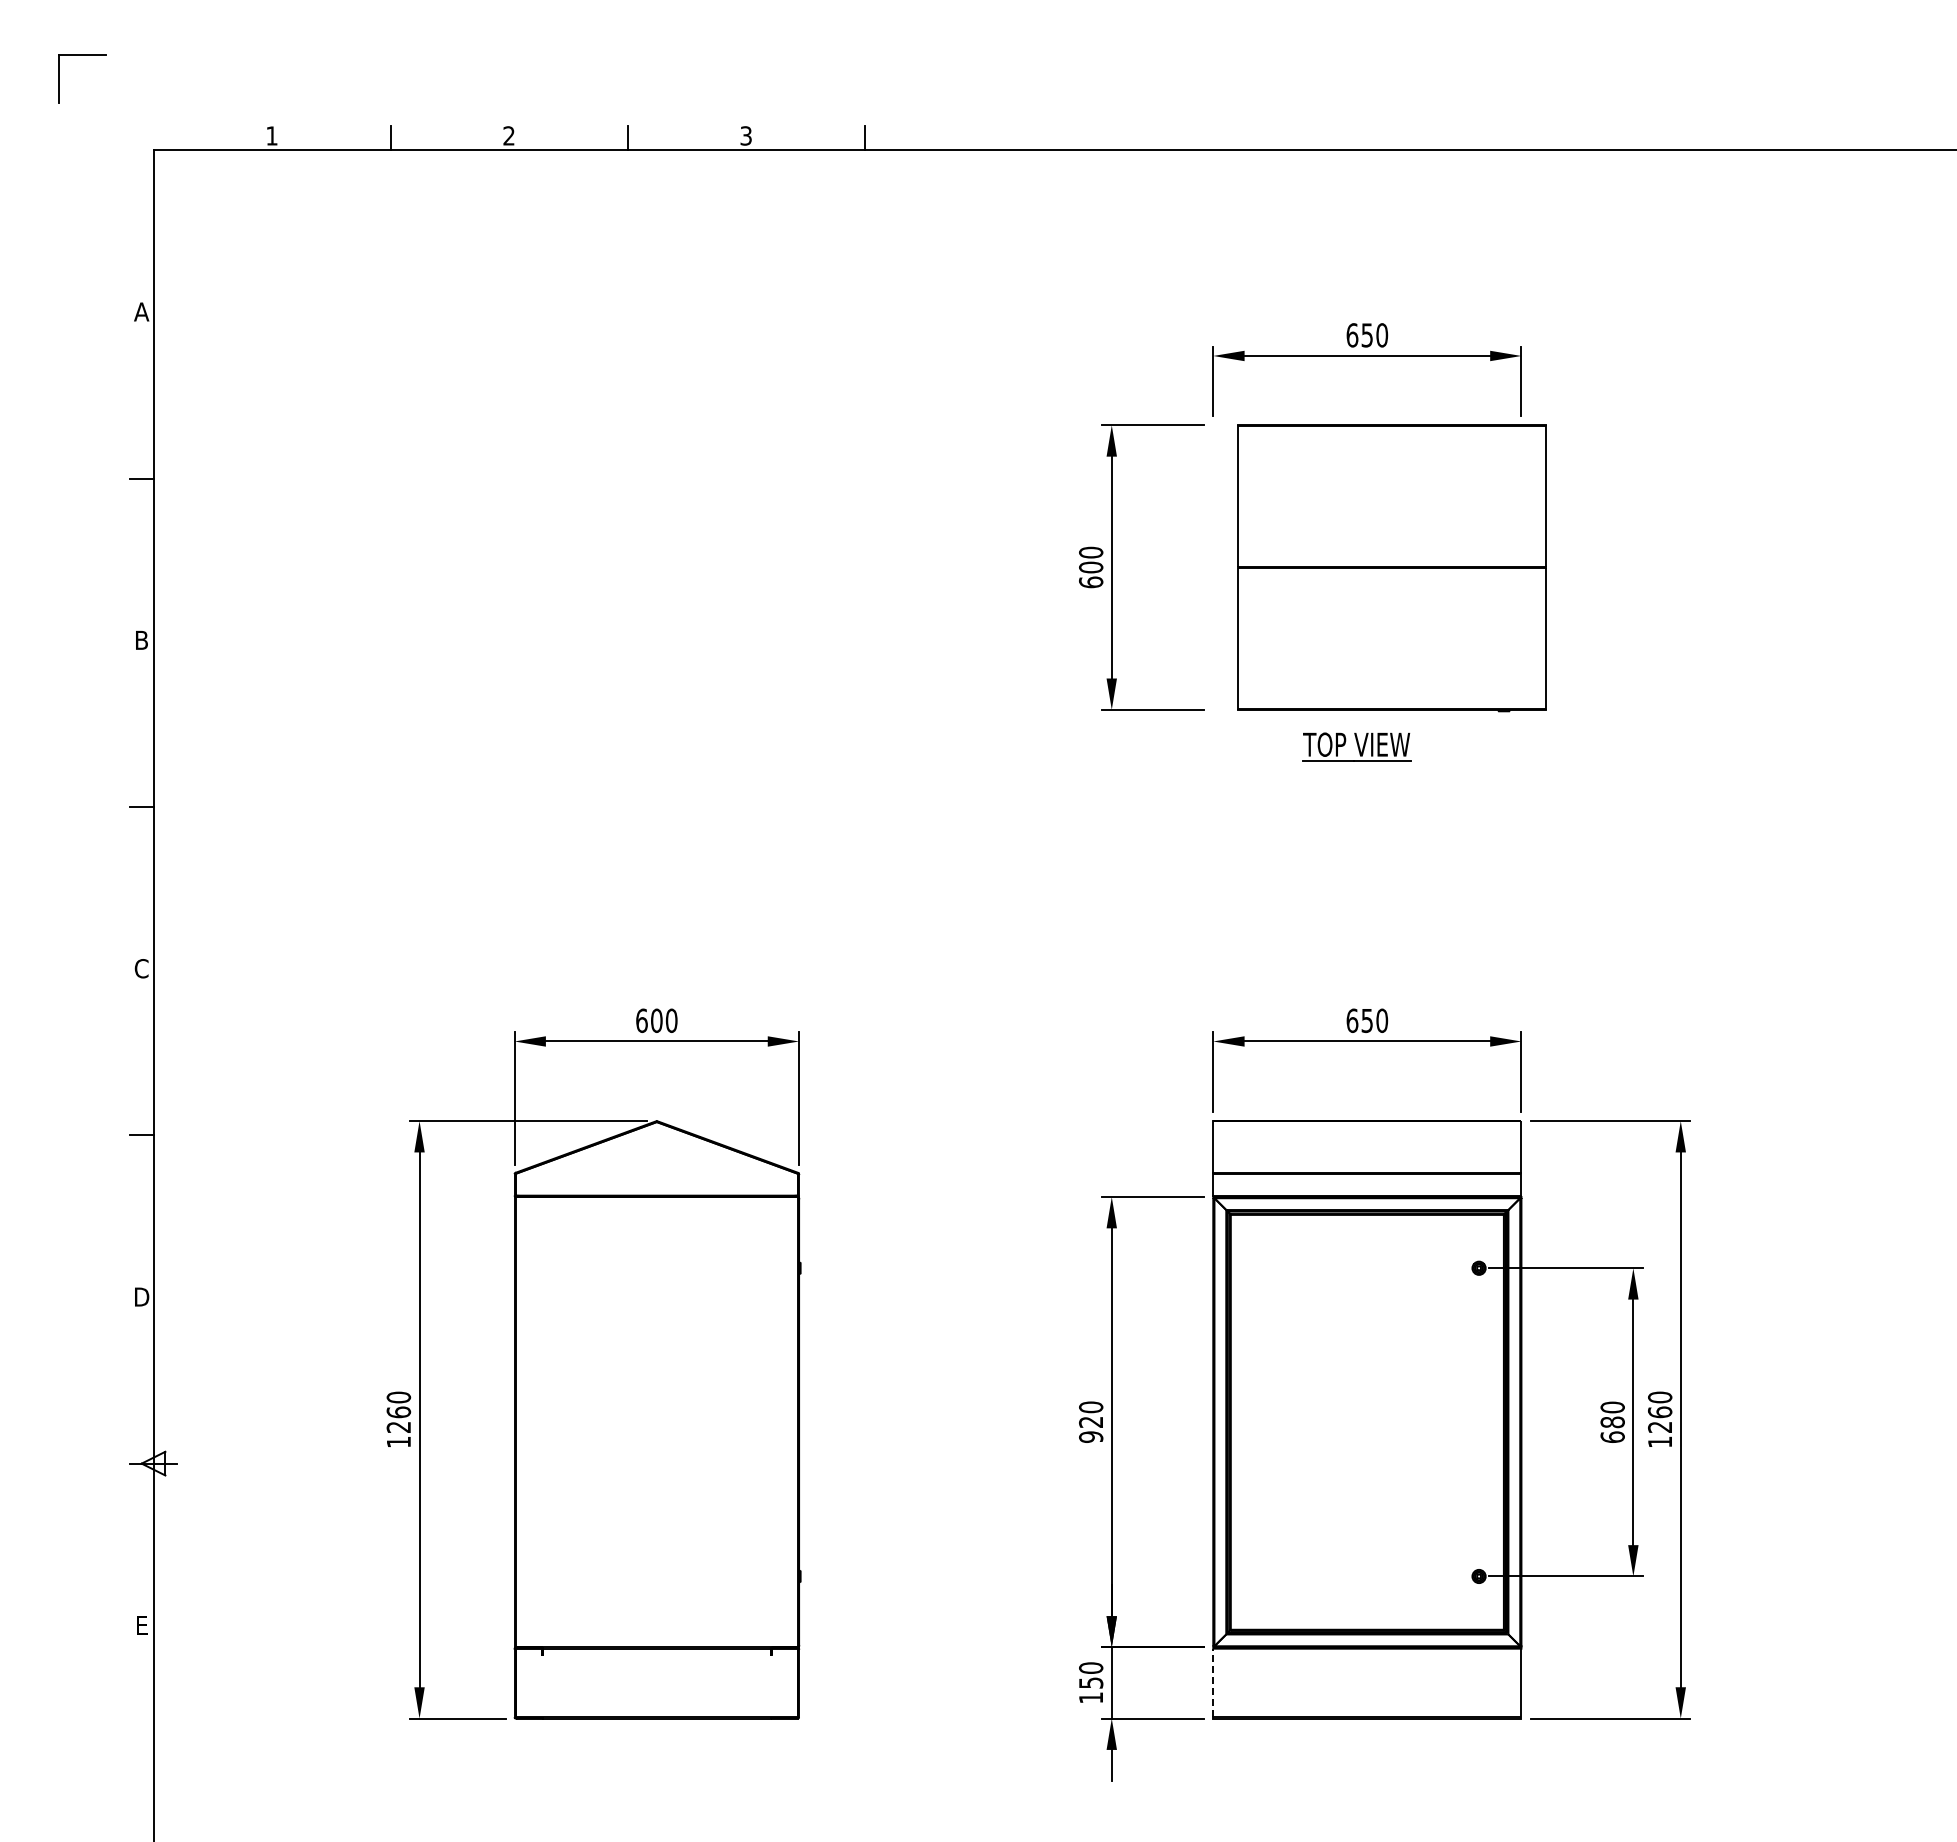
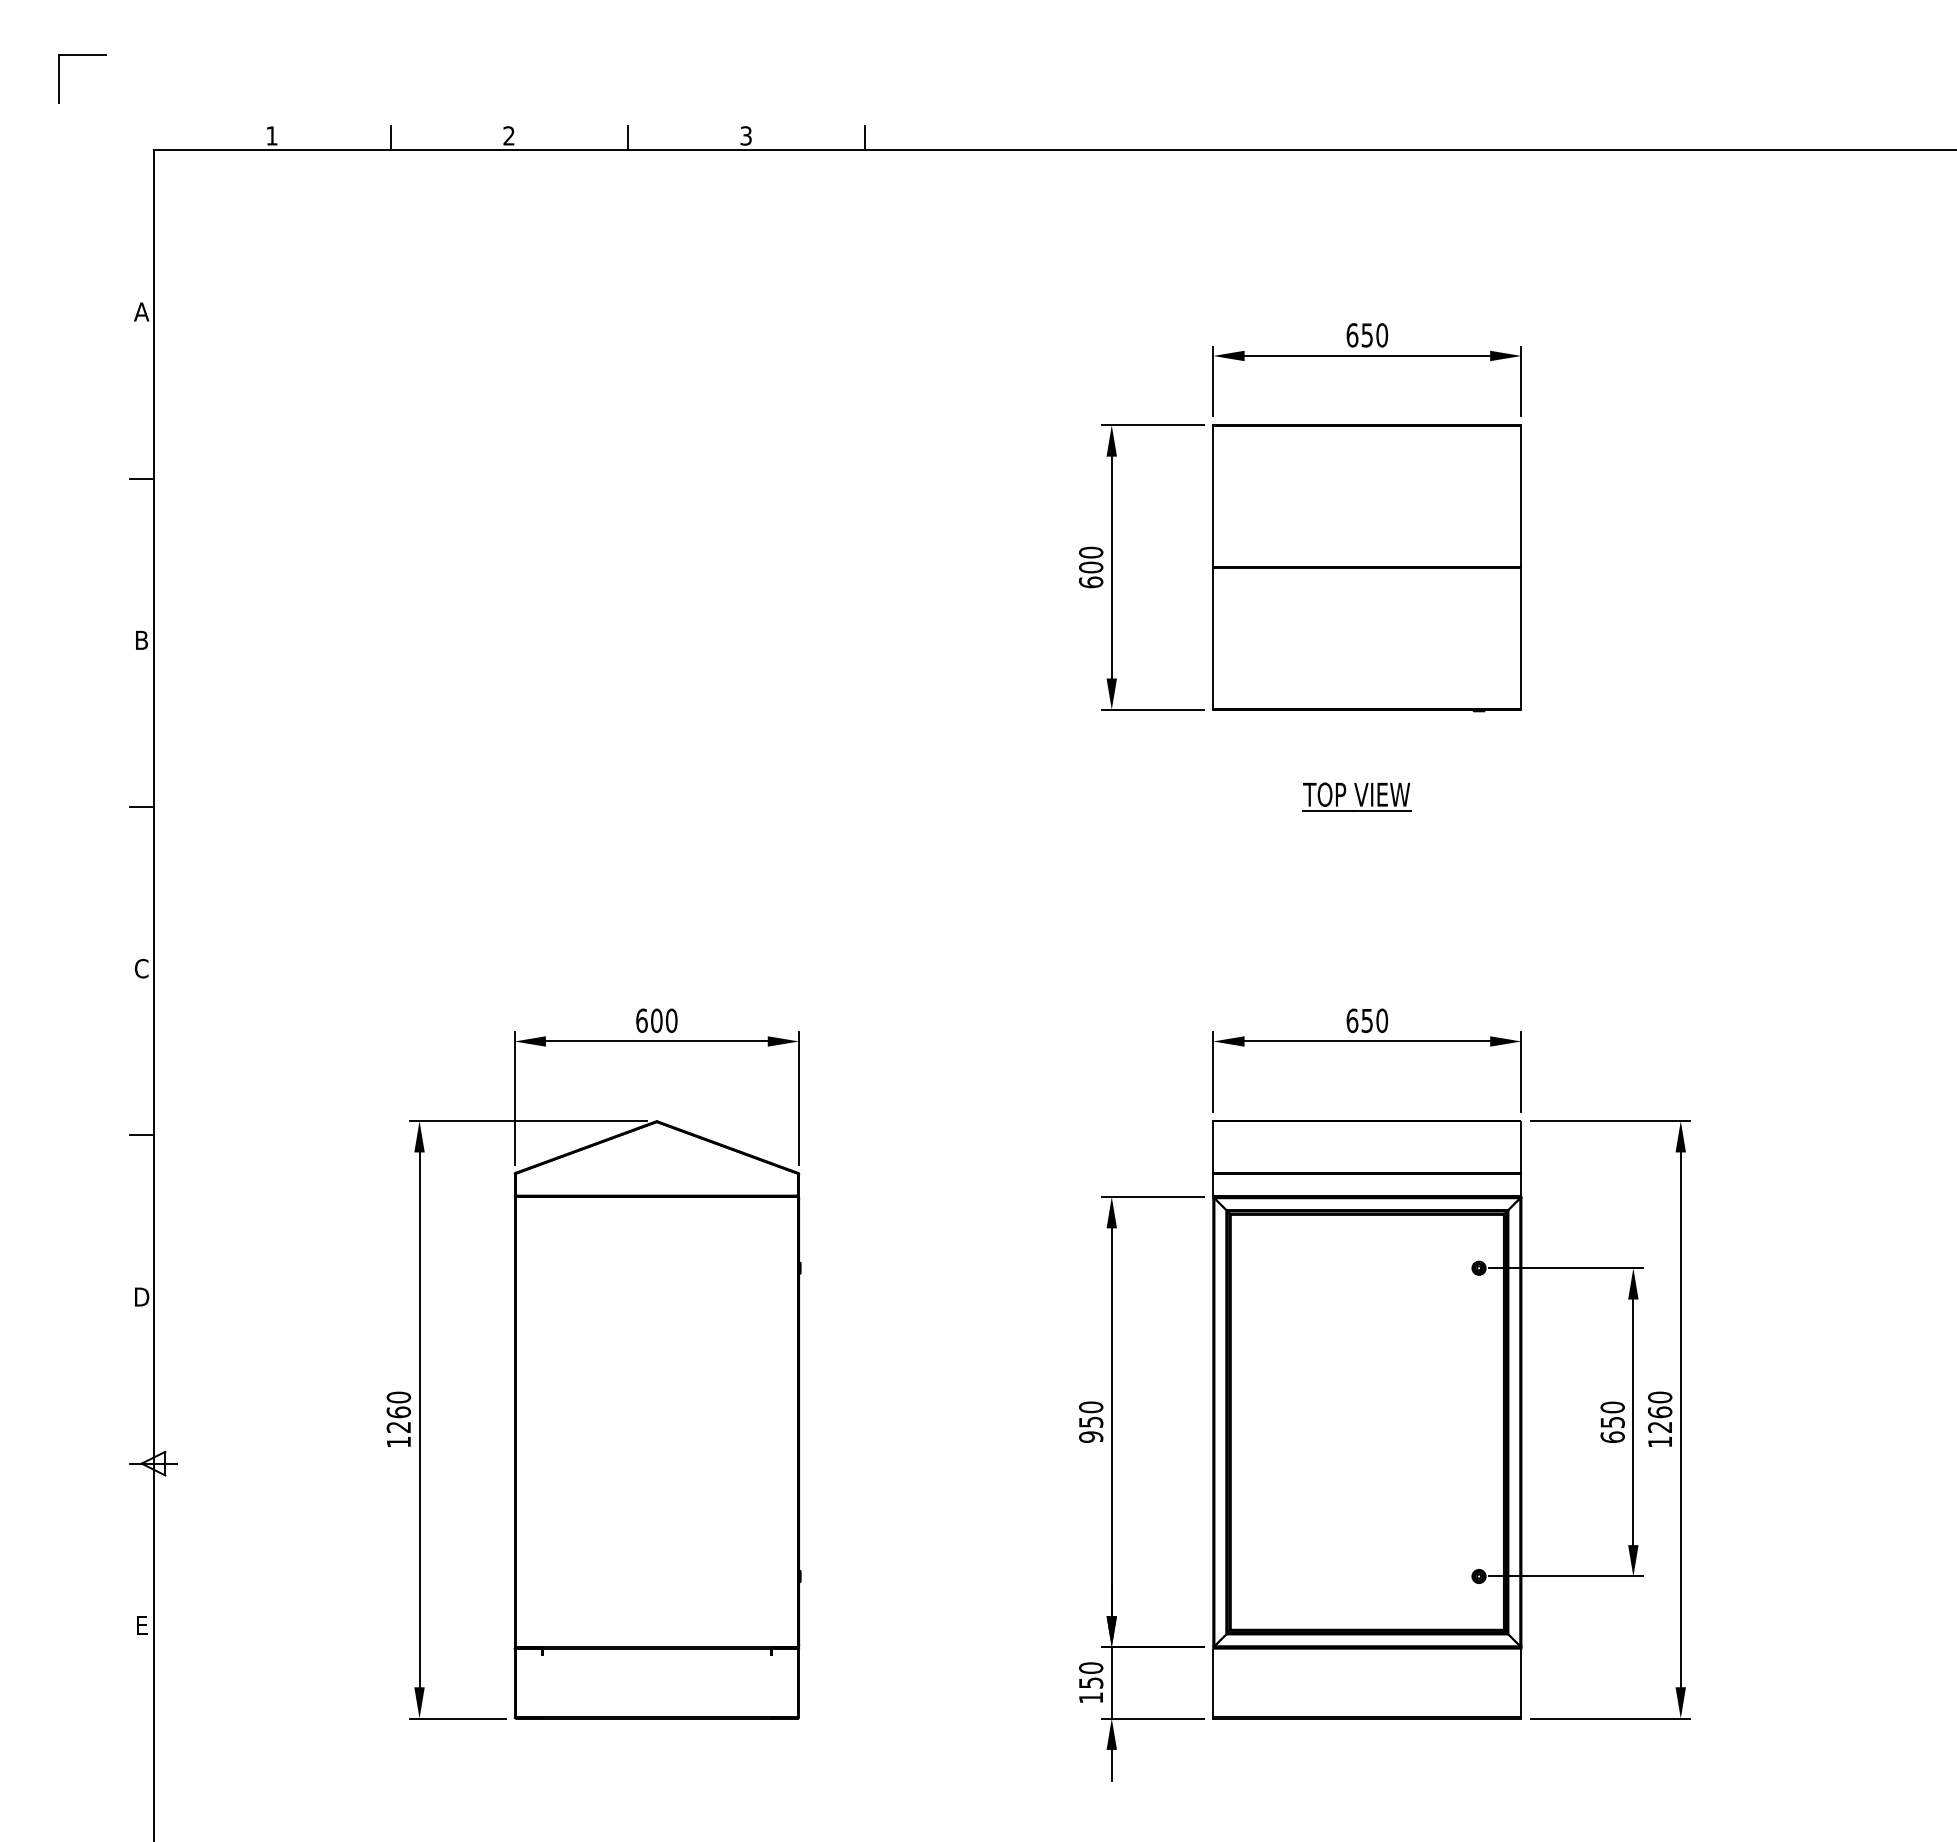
part at (1391, 568) position: (1391, 568) -> (1366, 568)
part at (1356, 746) position: (1356, 746) -> (1356, 796)
text at (1091, 1421): 920 -> 950
text at (1612, 1422): 680 -> 650
line at (1213, 1682): dashed -> solid
